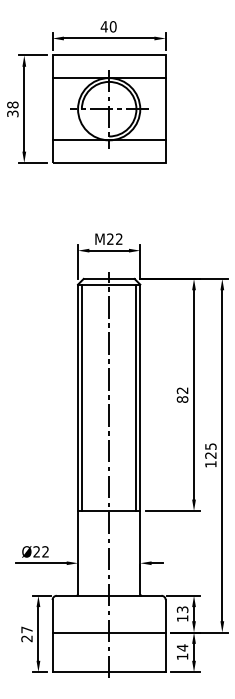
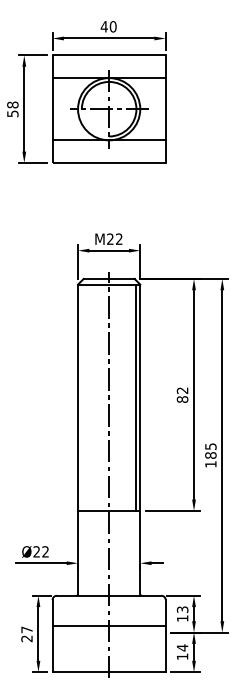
text at (12, 113): 38 -> 58
line at (81, 397): present -> none
text at (210, 455): 125 -> 185
line at (108, 632) position: (108, 632) -> (108, 625)
